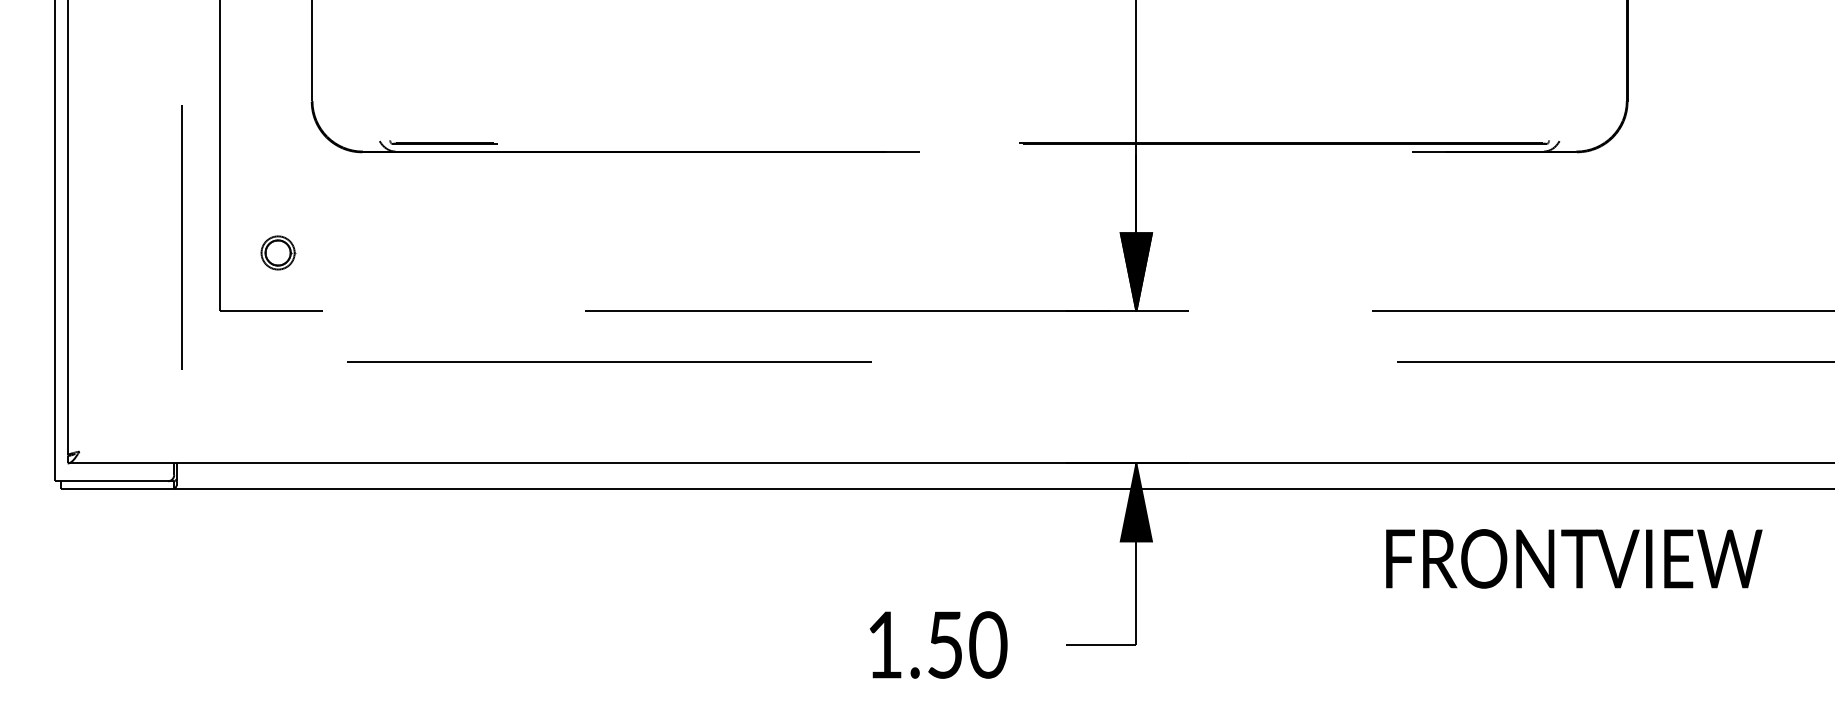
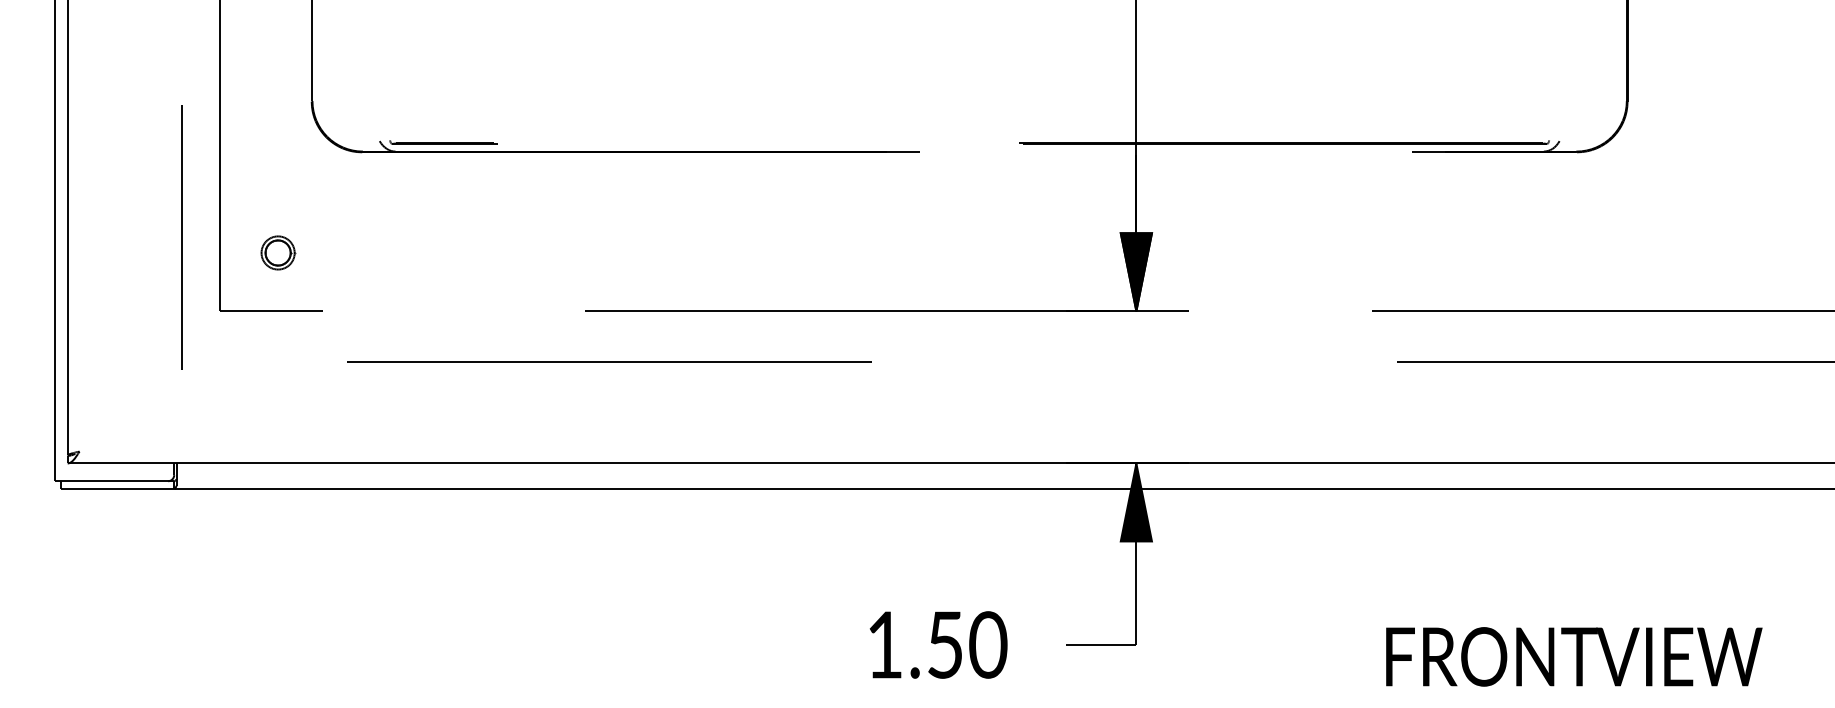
text at (1574, 558) position: (1574, 558) -> (1574, 656)
